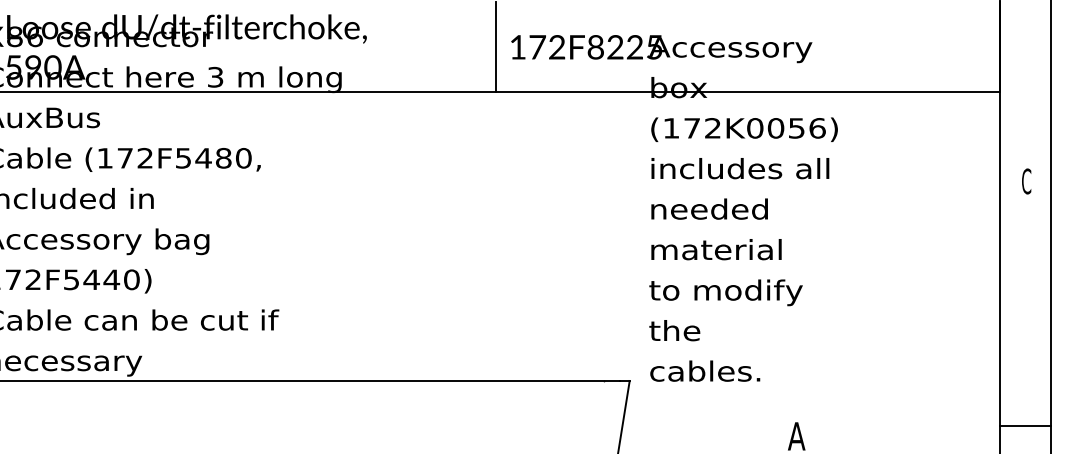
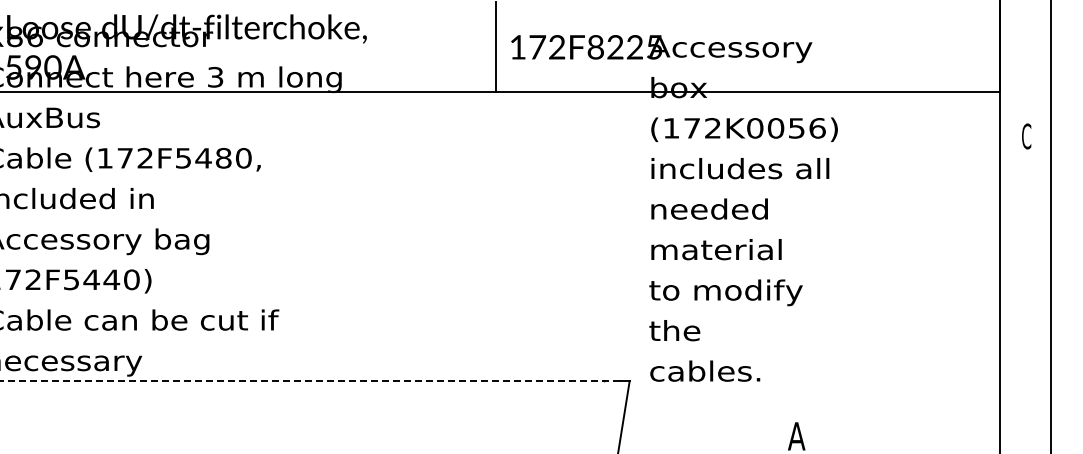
text at (1026, 181) position: (1026, 181) -> (1026, 136)
line at (309, 381): solid -> dashed
line at (1025, 426): present -> none
